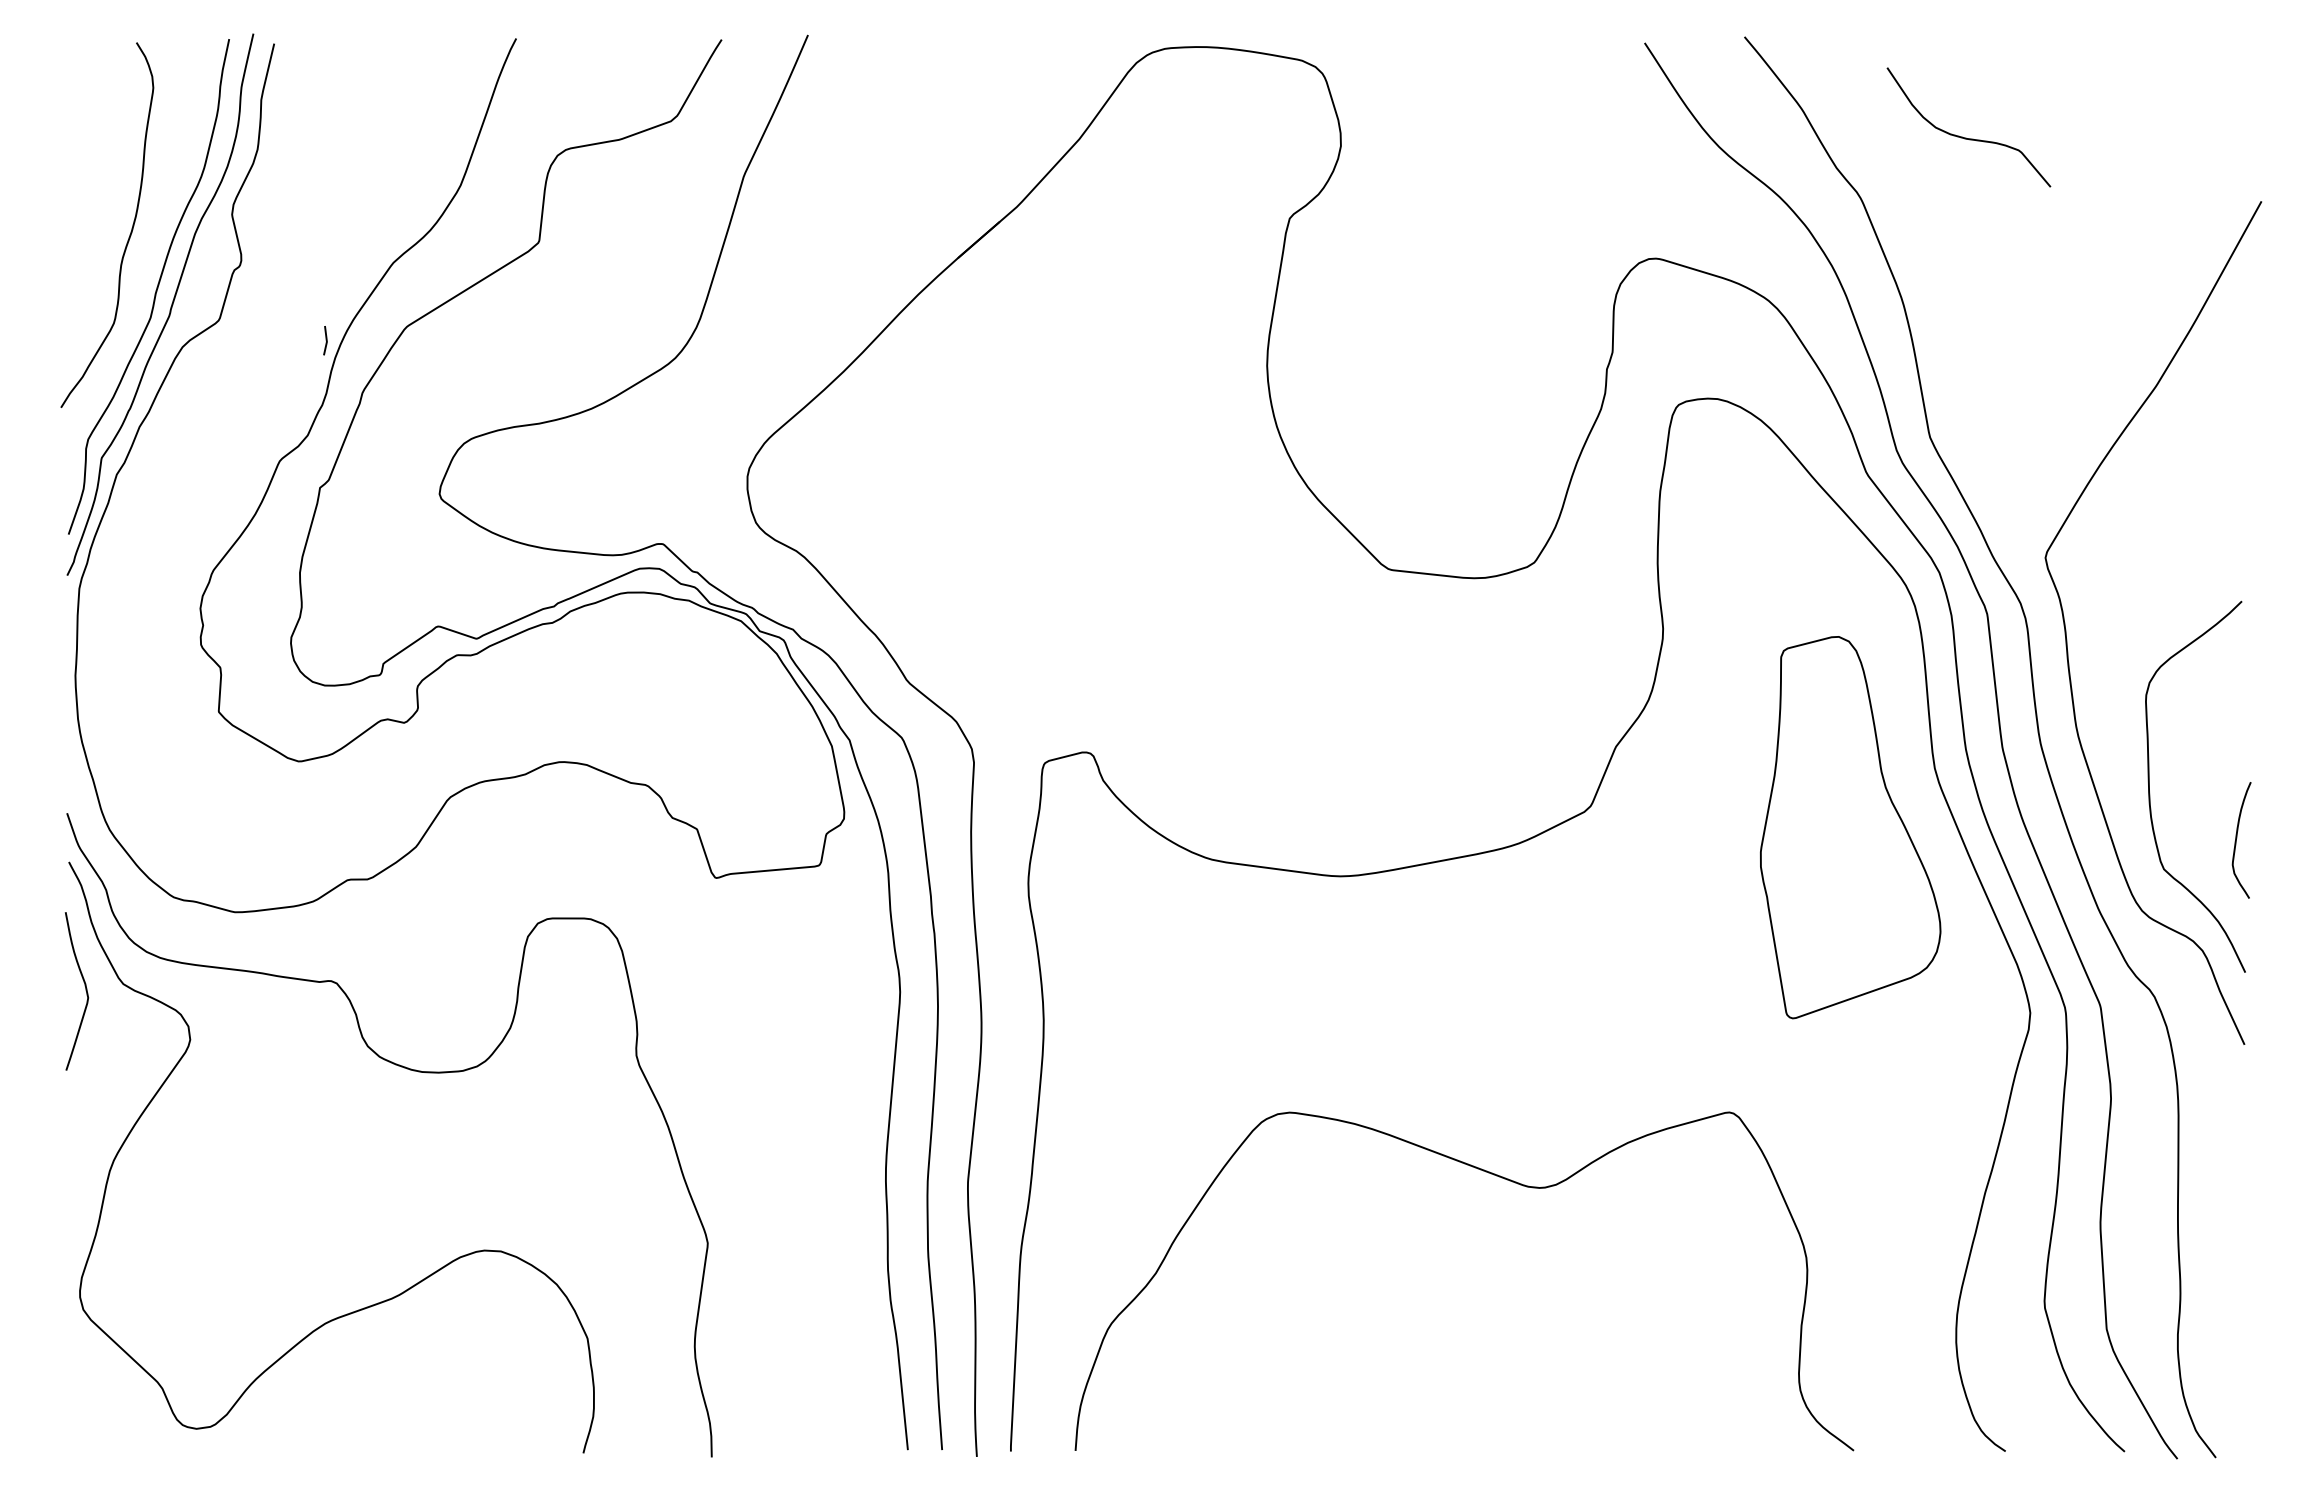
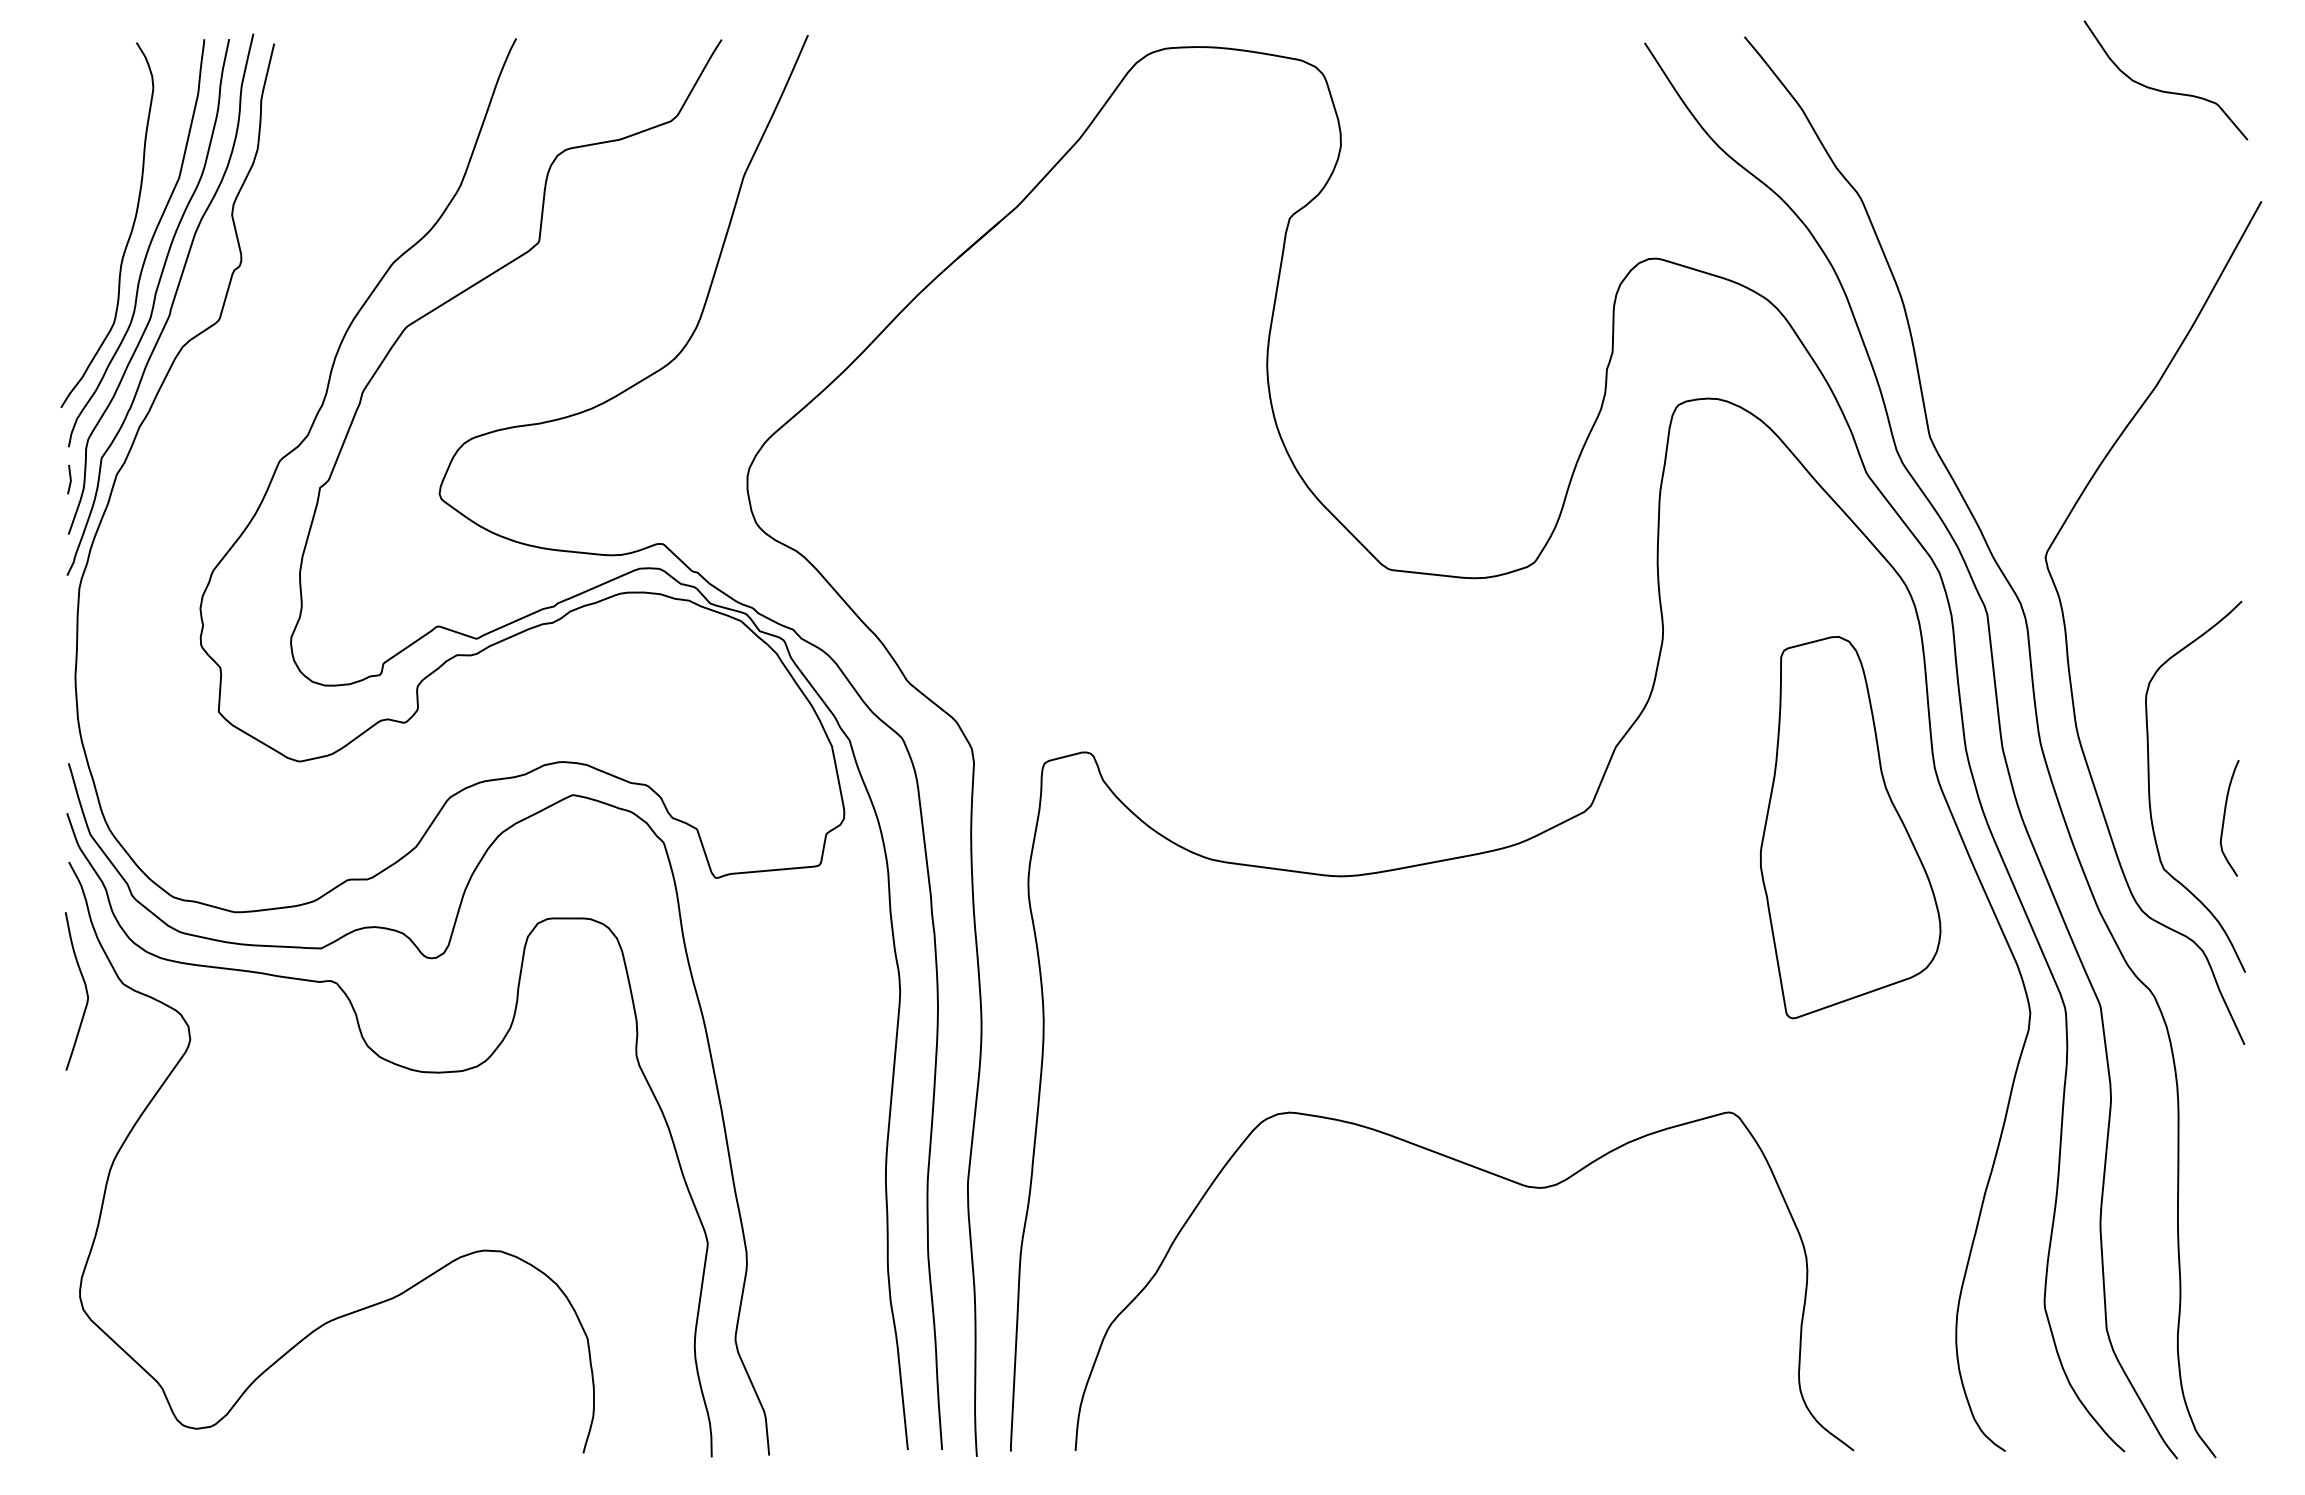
curve at (1966, 137) position: (1966, 137) -> (2163, 90)
curve at (147, 248): none -> present
line at (325, 340) position: (325, 340) -> (69, 479)
curve at (2237, 838) position: (2237, 838) -> (2225, 816)
curve at (430, 959): none -> present
